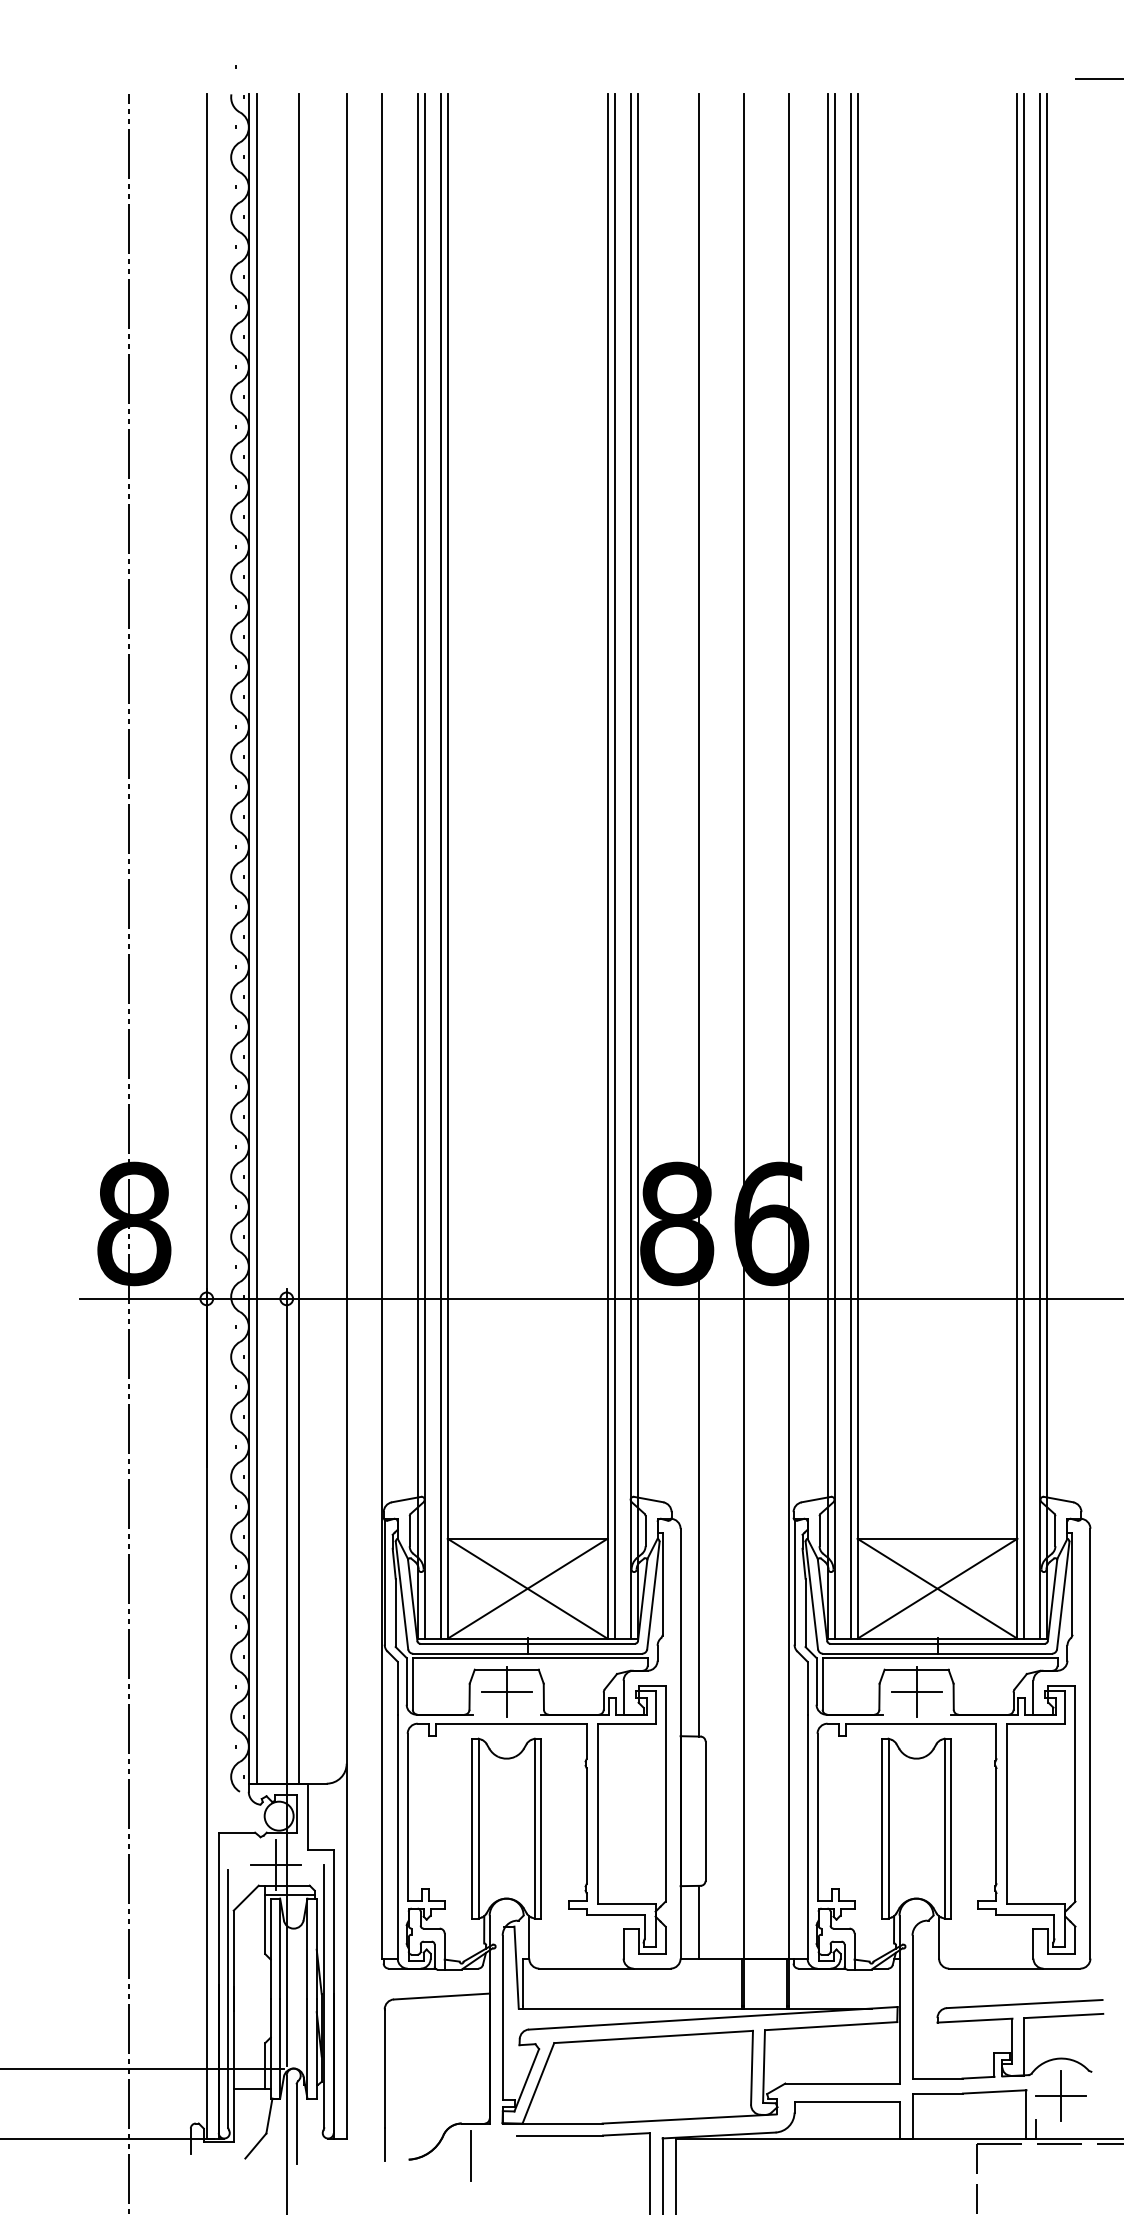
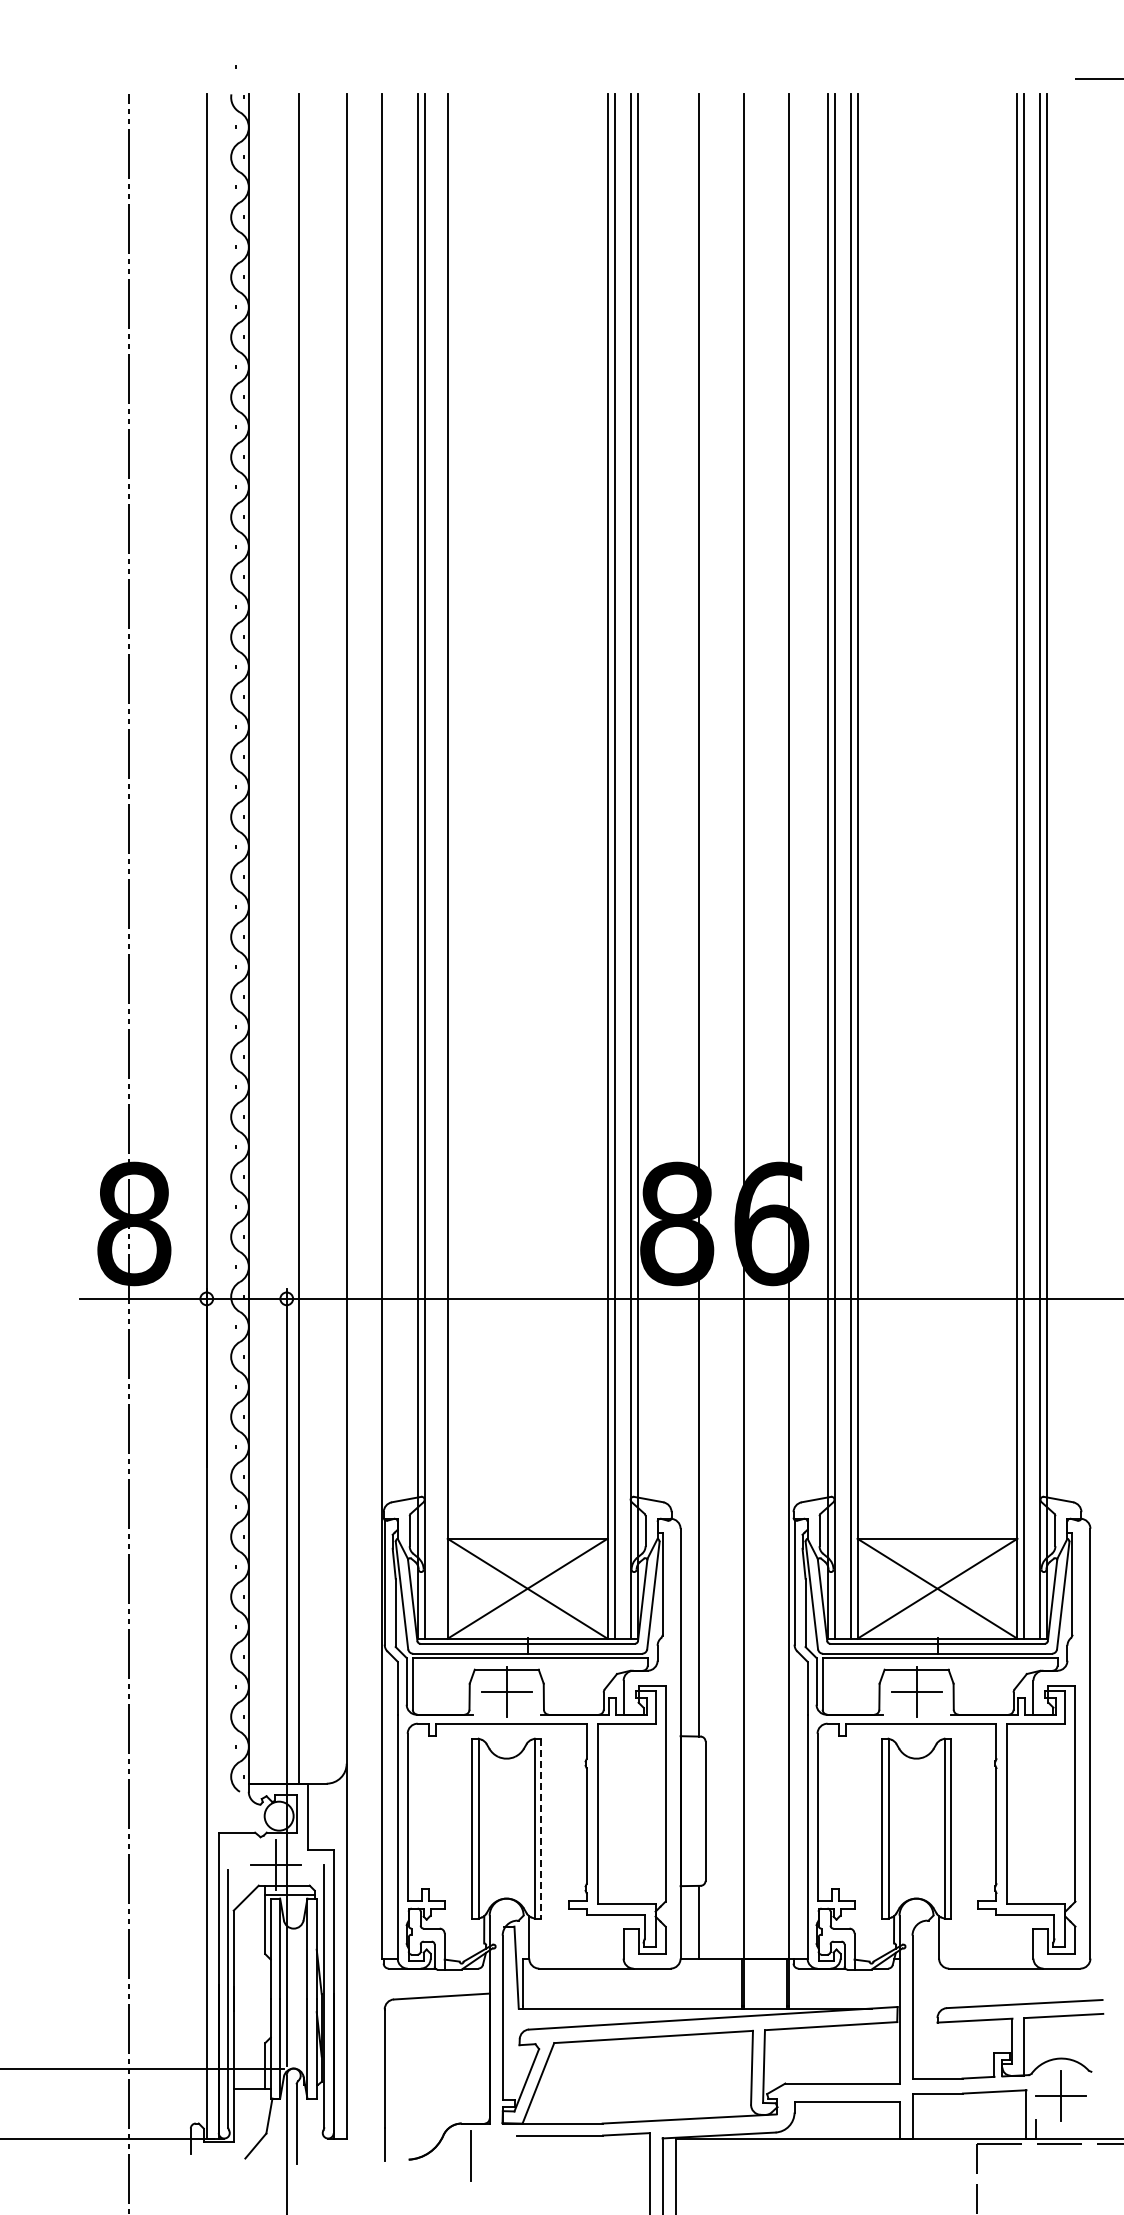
line at (440, 866): present -> none
line at (256, 938): present -> none
line at (541, 1828): solid -> dashed
